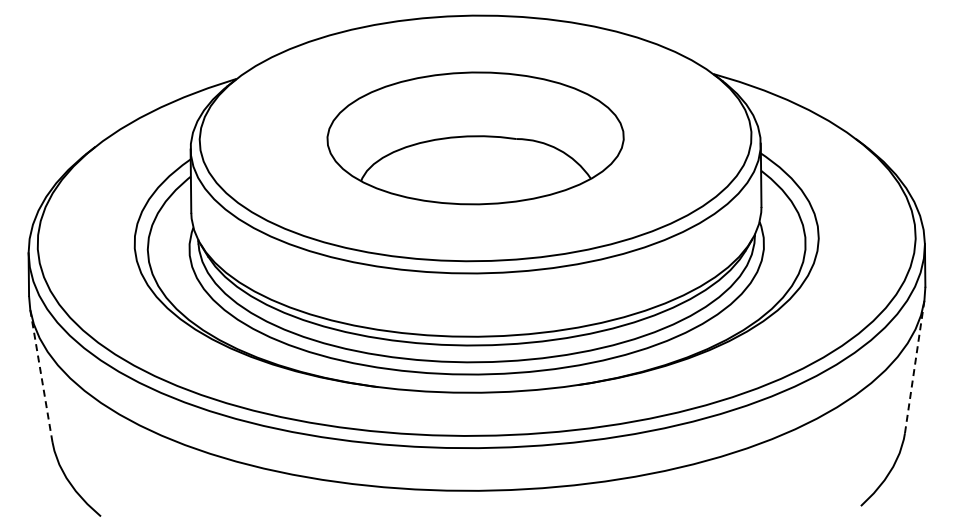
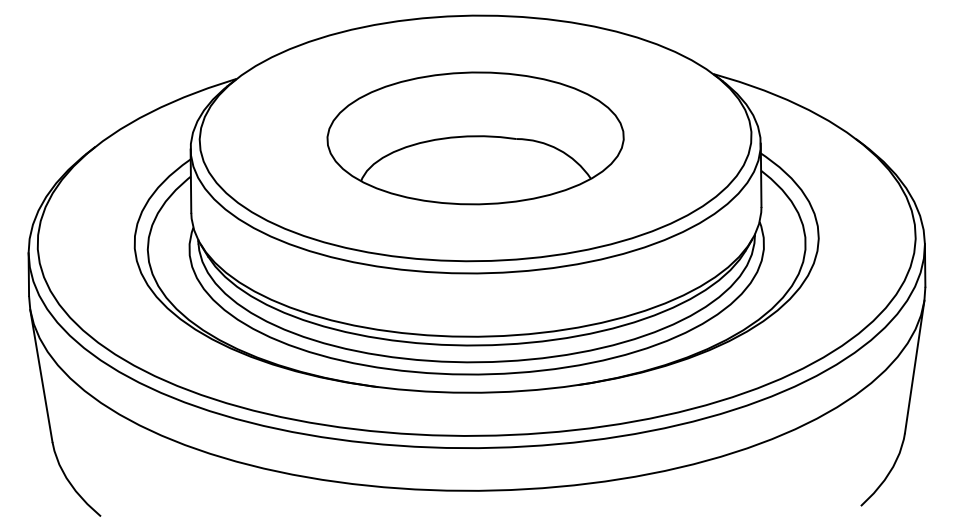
line at (914, 366): dashed -> solid
line at (41, 376): dashed -> solid
